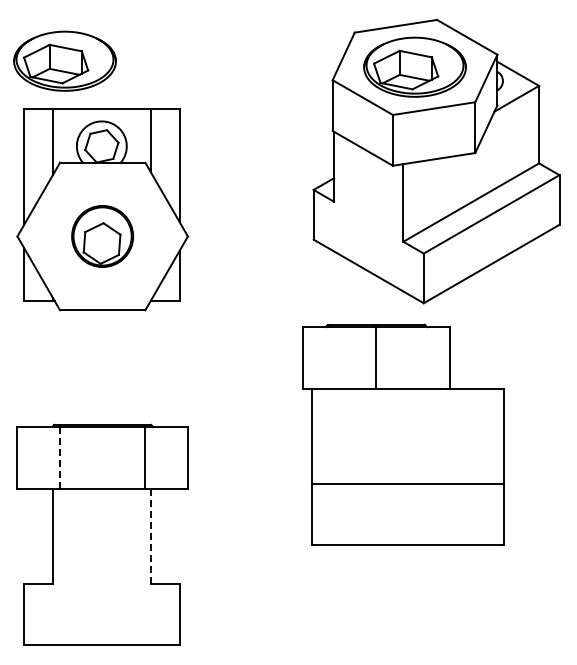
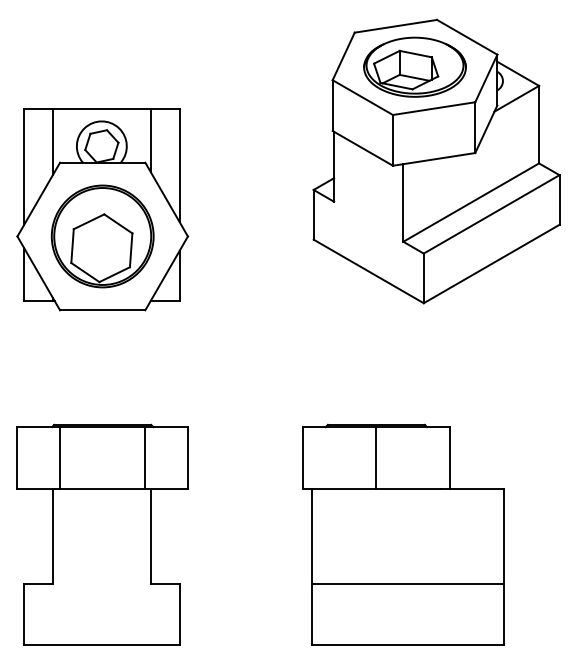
part at (64, 60): present -> none
part at (102, 236) size: 64x63 px -> 105x105 px
part at (403, 434) position: (403, 434) -> (403, 534)
line at (60, 458): dashed -> solid
line at (150, 536): dashed -> solid
